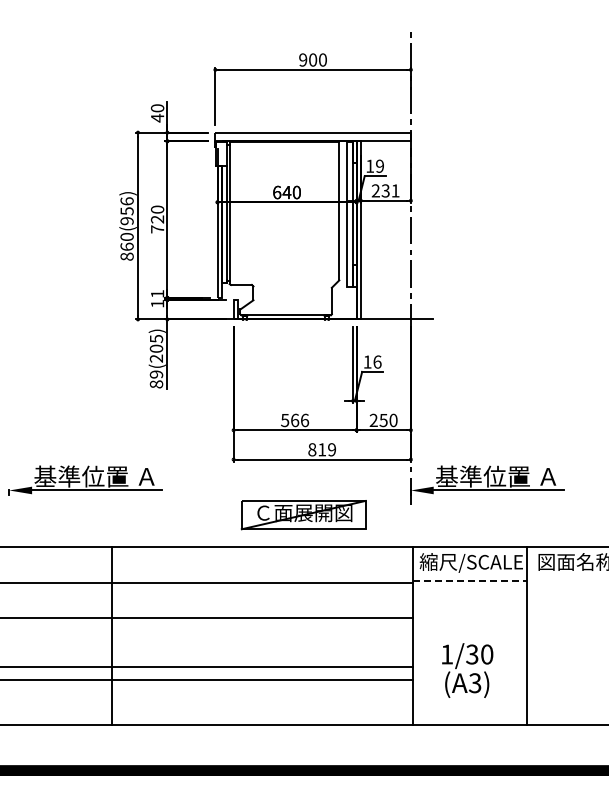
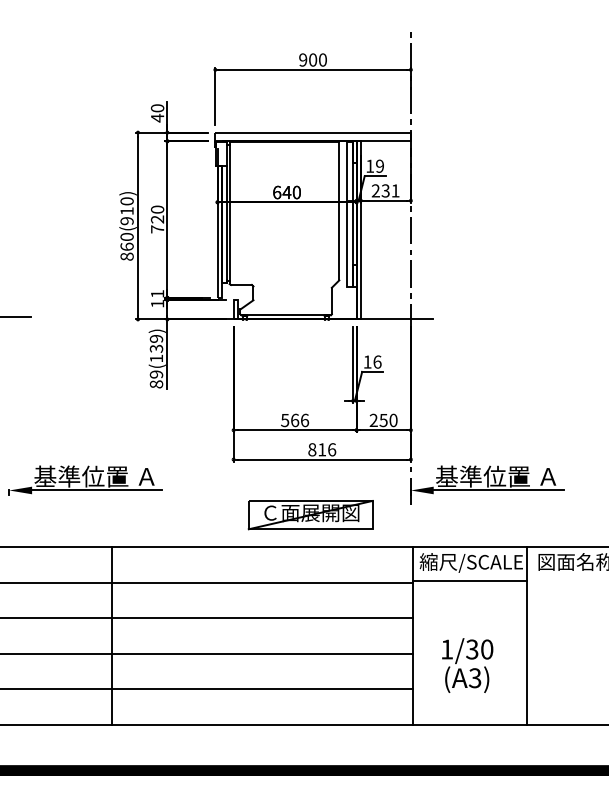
text at (126, 206): 860(956) -> 860(910)
line at (16, 317): none -> present
text at (156, 348): 89(205) -> 89(139)
text at (332, 449): 819 -> 816
part at (303, 515) position: (303, 515) -> (310, 515)
line at (469, 580): dashed -> solid
line at (207, 666) position: (207, 666) -> (207, 653)
text at (467, 670) position: (467, 670) -> (467, 665)
line at (207, 680) position: (207, 680) -> (207, 689)
